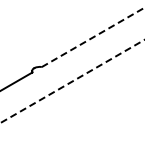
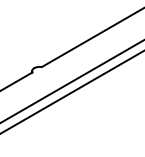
line at (93, 37): dashed -> solid
line at (72, 81): dashed -> solid
line at (71, 92): none -> present
